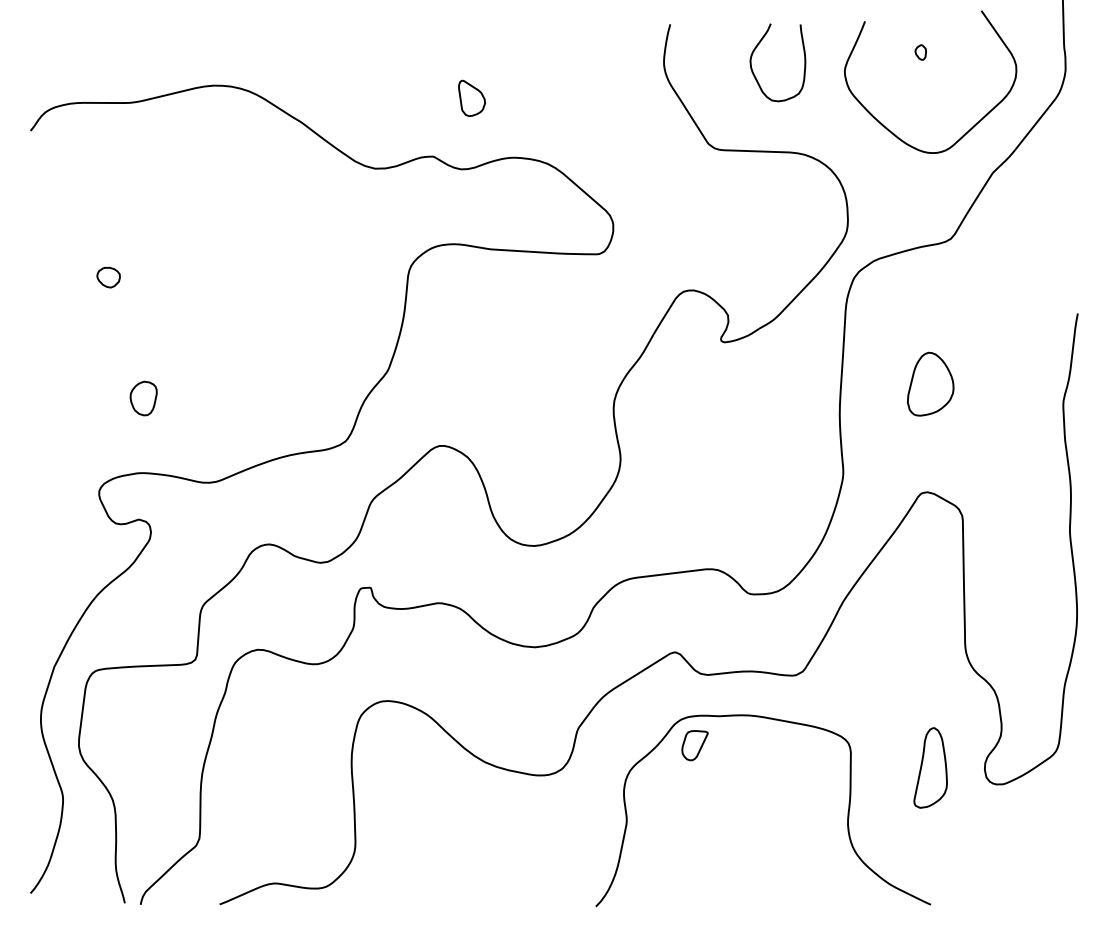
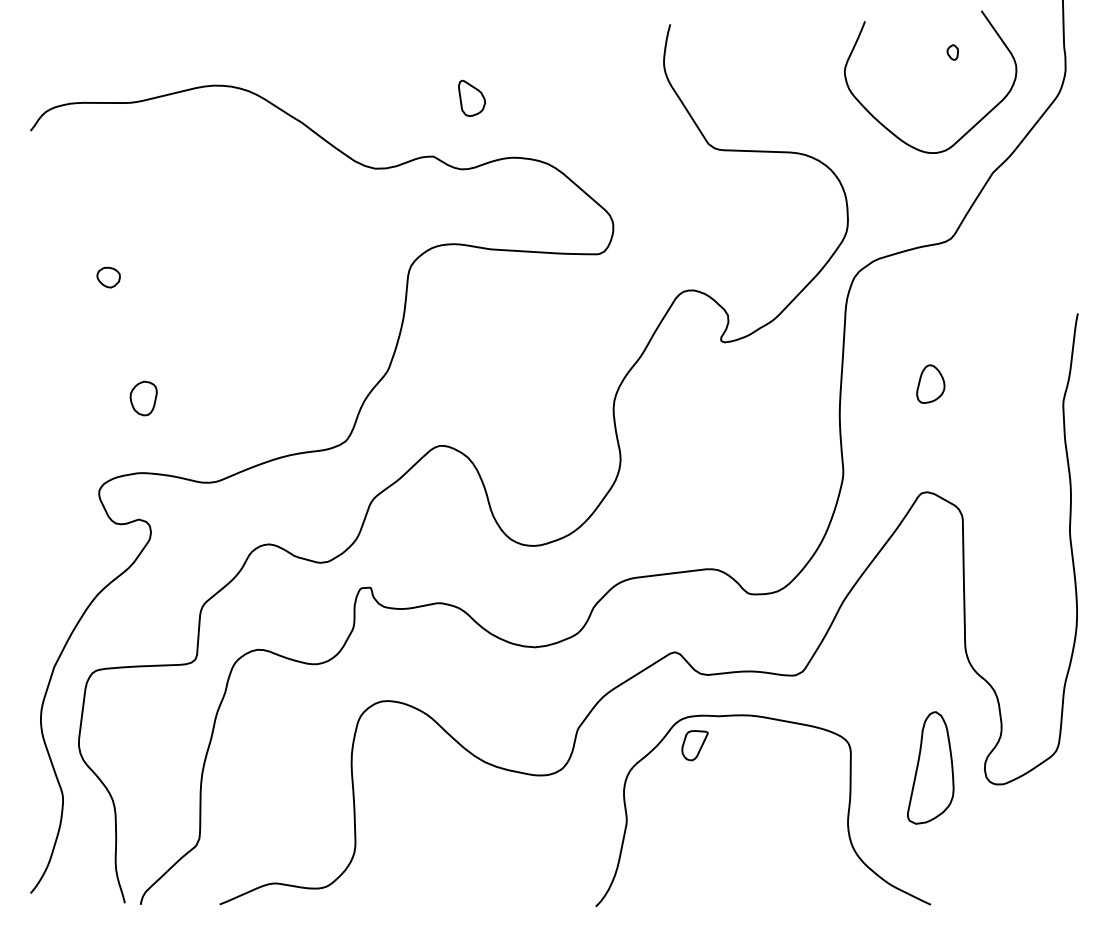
curve at (757, 47): present -> none
part at (920, 52) position: (920, 52) -> (952, 52)
part at (930, 383) size: 48x66 px -> 30x40 px
part at (930, 767) size: 35x82 px -> 48x114 px
